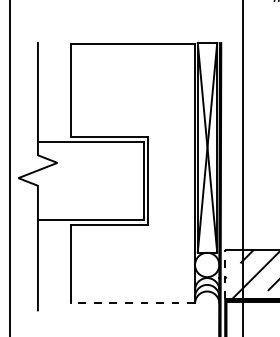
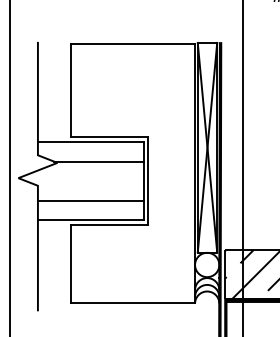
line at (98, 161): none -> present
line at (90, 200): none -> present
line at (225, 274): dashed -> solid
line at (132, 302): dashed -> solid
